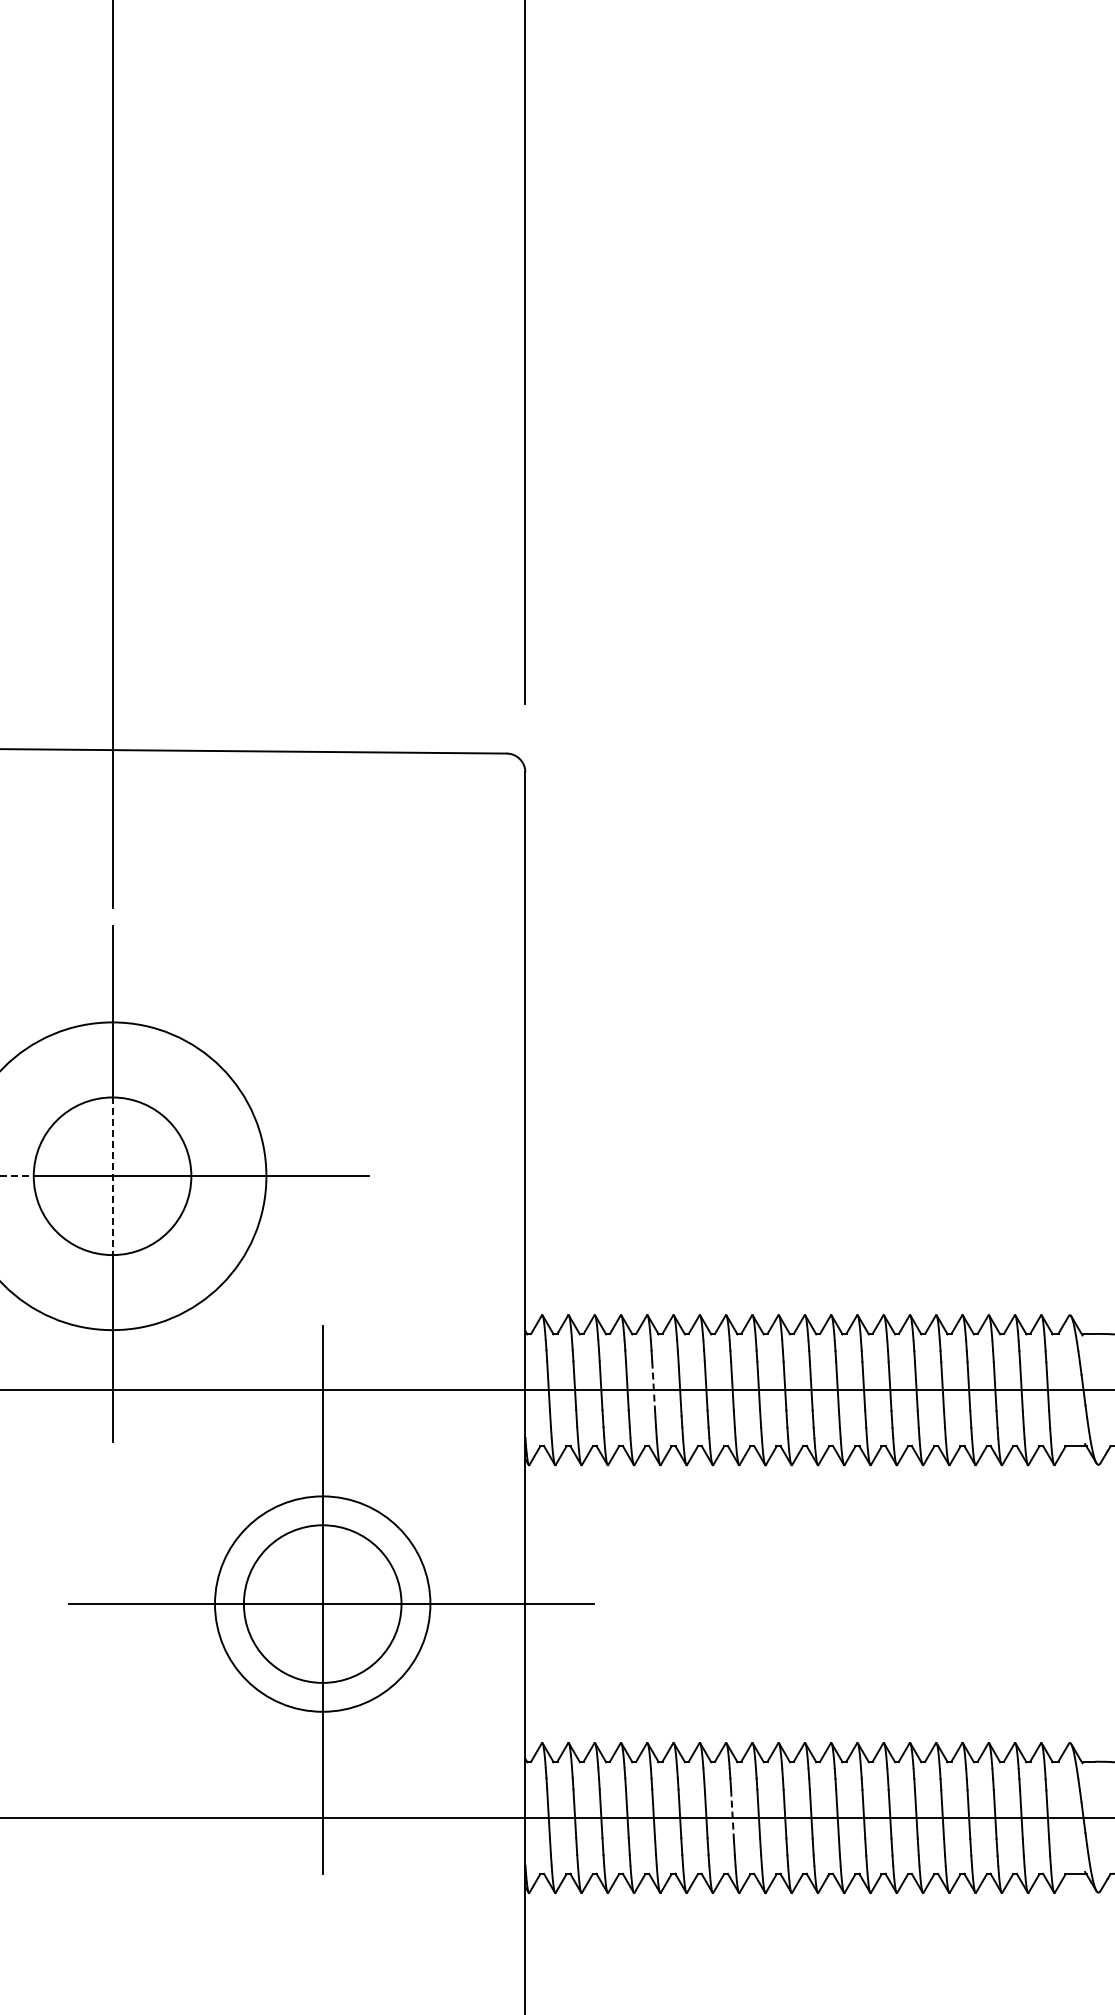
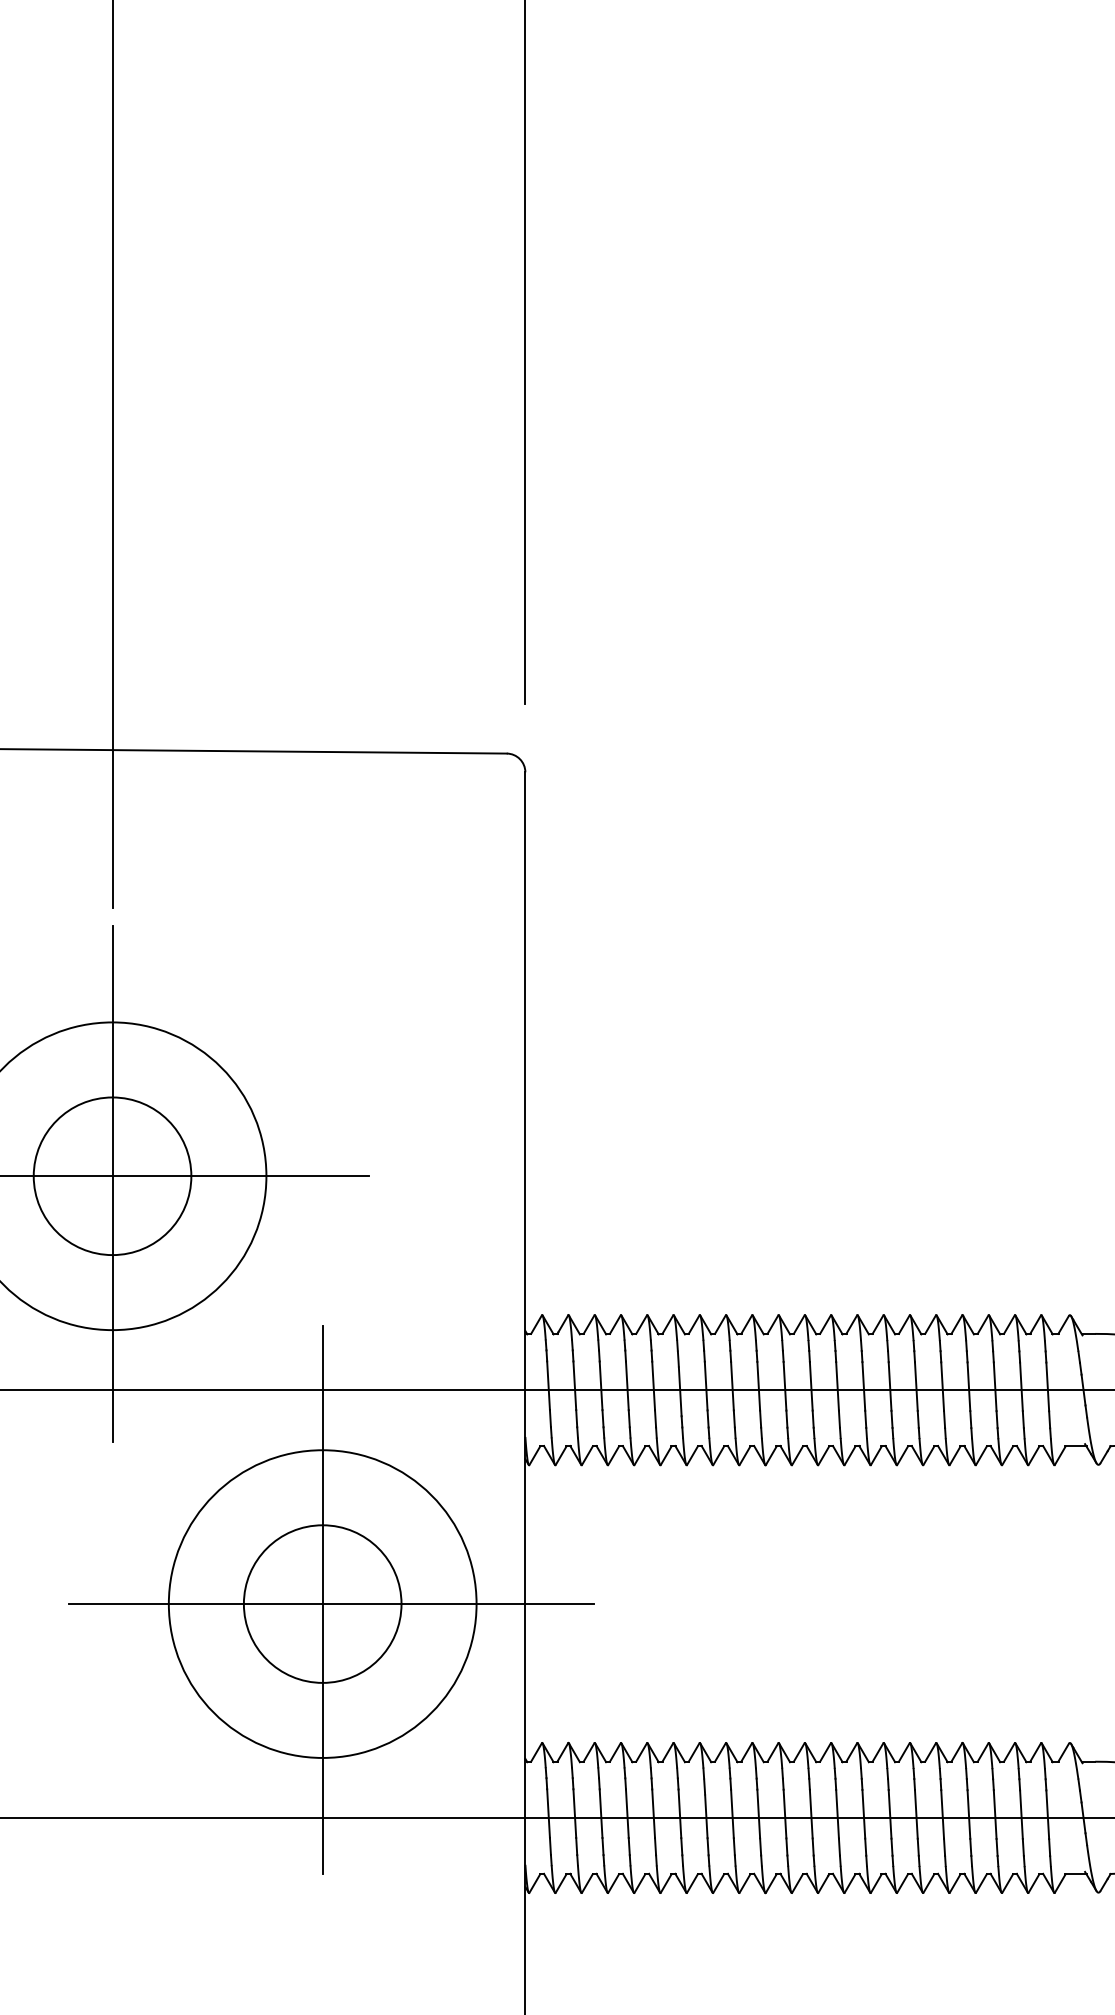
line at (17, 1176): dashed -> solid
line at (112, 1176): dashed -> solid
line at (653, 1386): dashed -> solid
circle at (322, 1603) diameter: 215 px -> 308 px
line at (732, 1814): dashed -> solid
